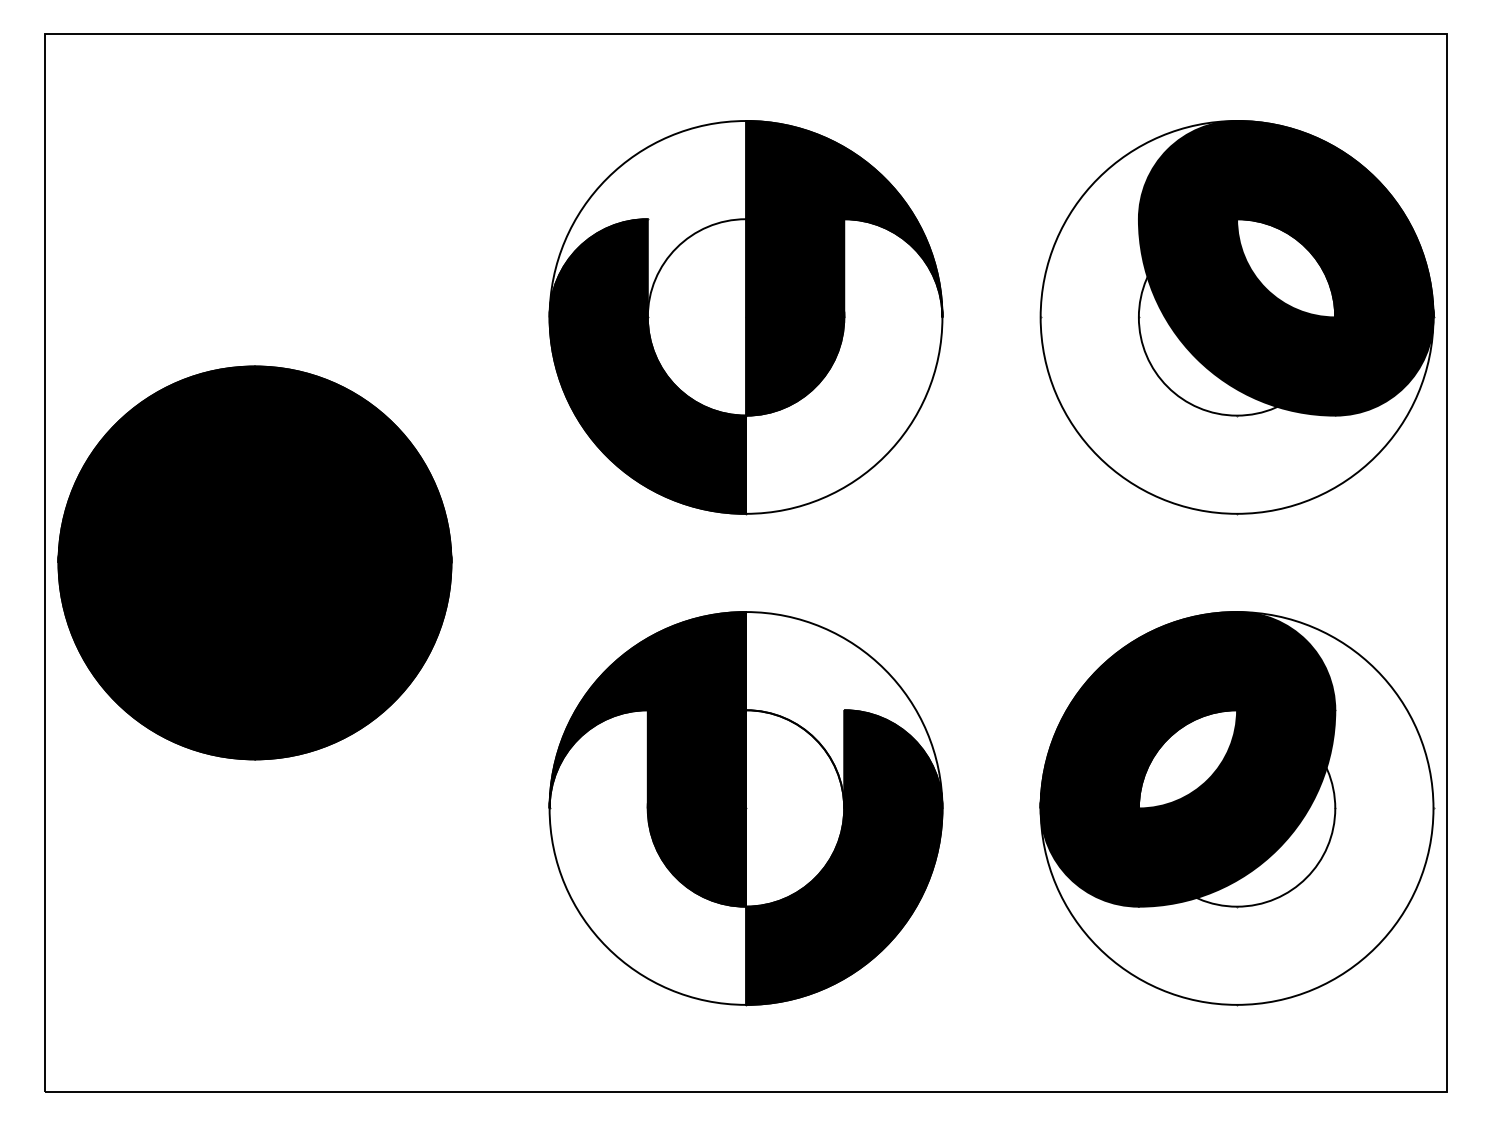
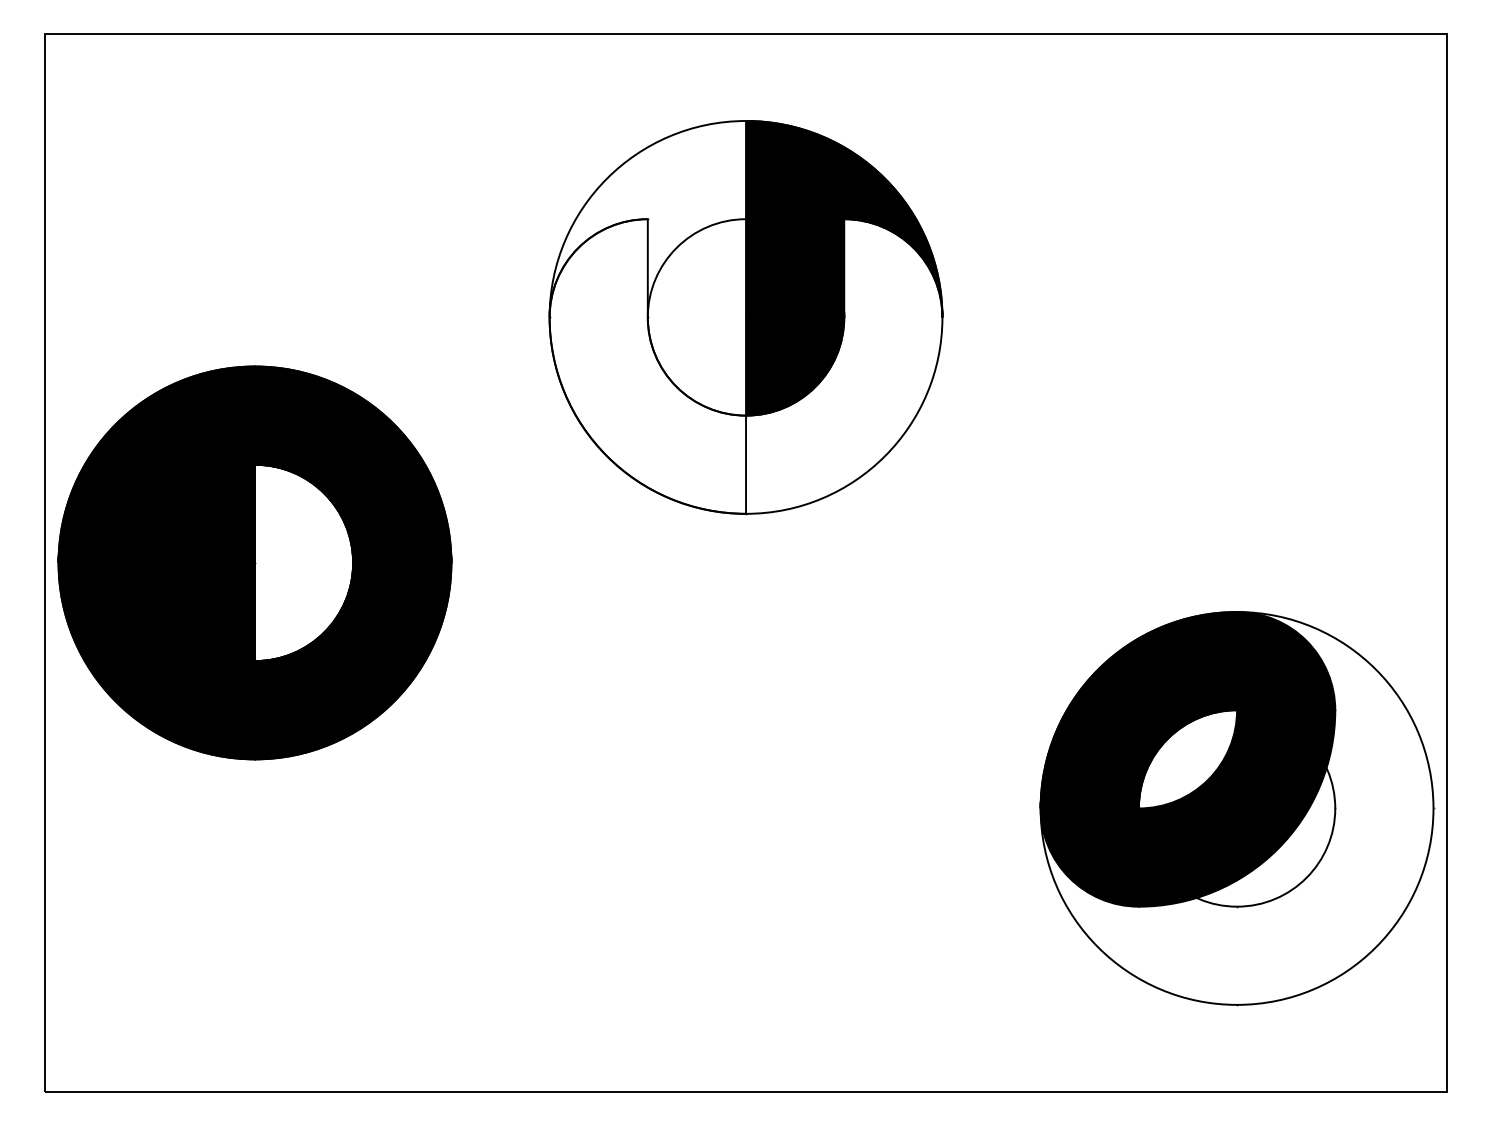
part at (1237, 317): present -> none
fill at (647, 366): present -> none
fill at (303, 562): present -> none
part at (745, 808): present -> none
